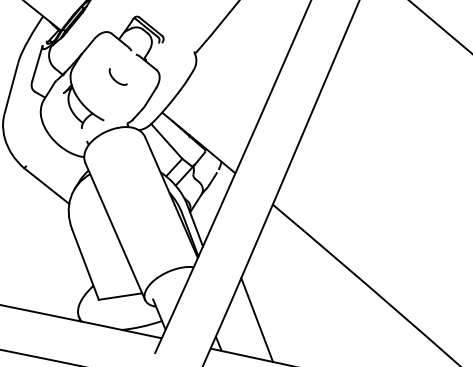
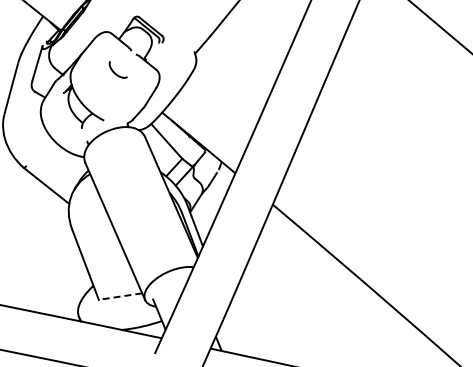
curve at (114, 78) position: (114, 78) -> (114, 71)
line at (120, 296): solid -> dashed
line at (257, 320): present -> none
